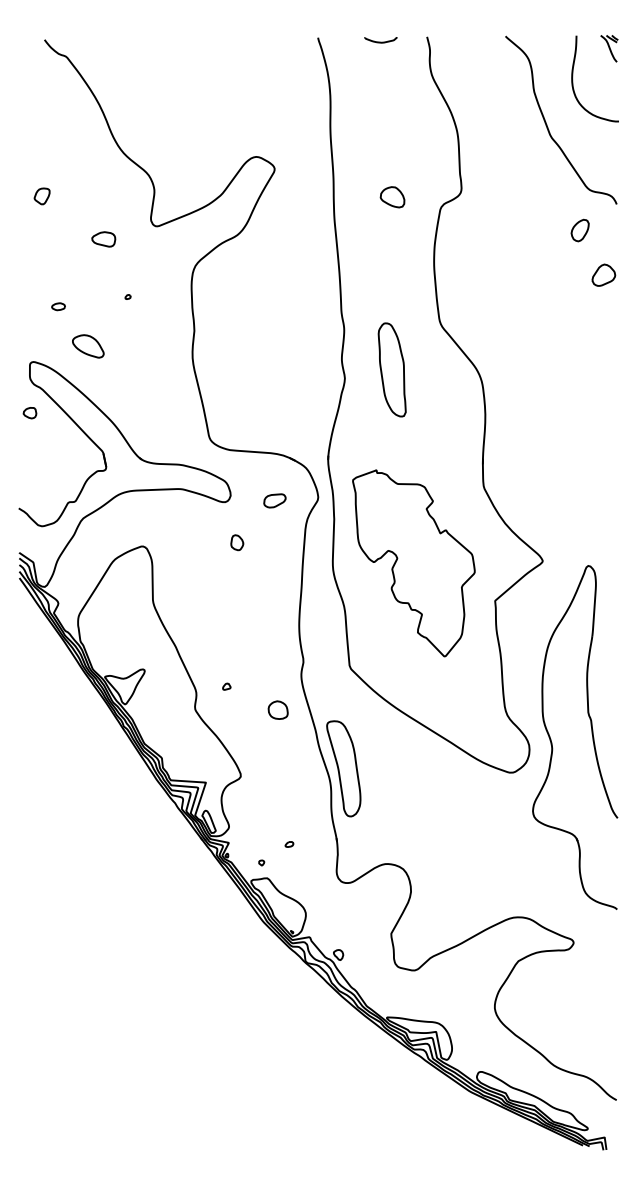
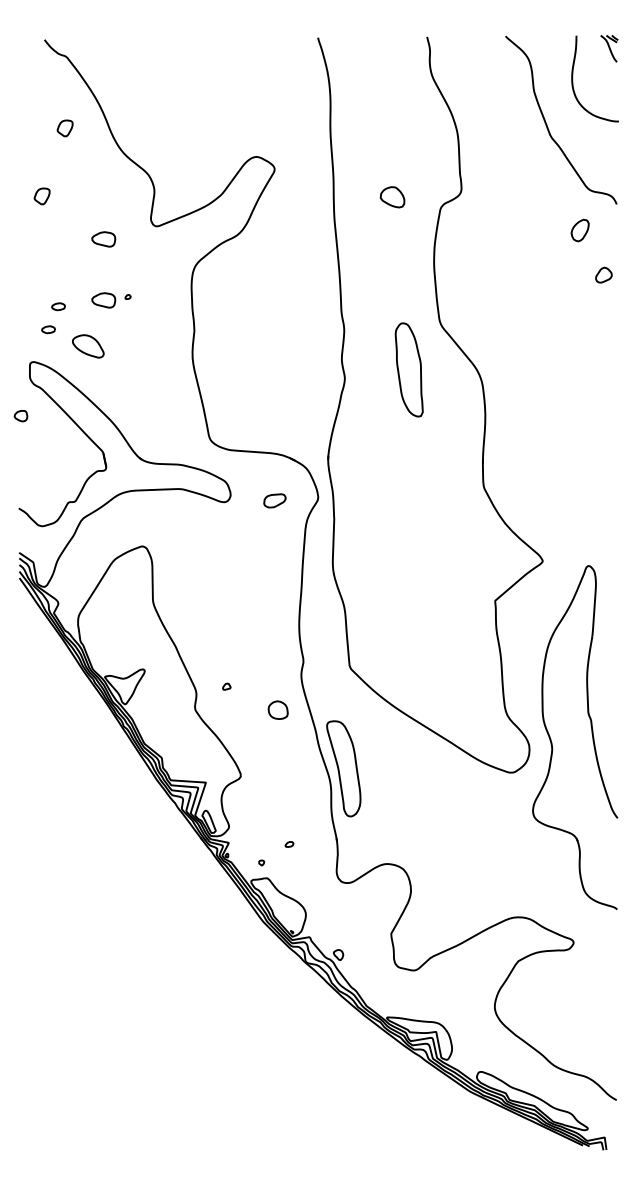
curve at (380, 41): present -> none
part at (64, 128): none -> present
part at (603, 274) size: 26x24 px -> 18x18 px
part at (103, 300): none -> present
part at (48, 329): none -> present
part at (391, 369) position: (391, 369) -> (408, 369)
part at (29, 413) position: (29, 413) -> (20, 416)
part at (237, 542): present -> none
part at (413, 563): present -> none
